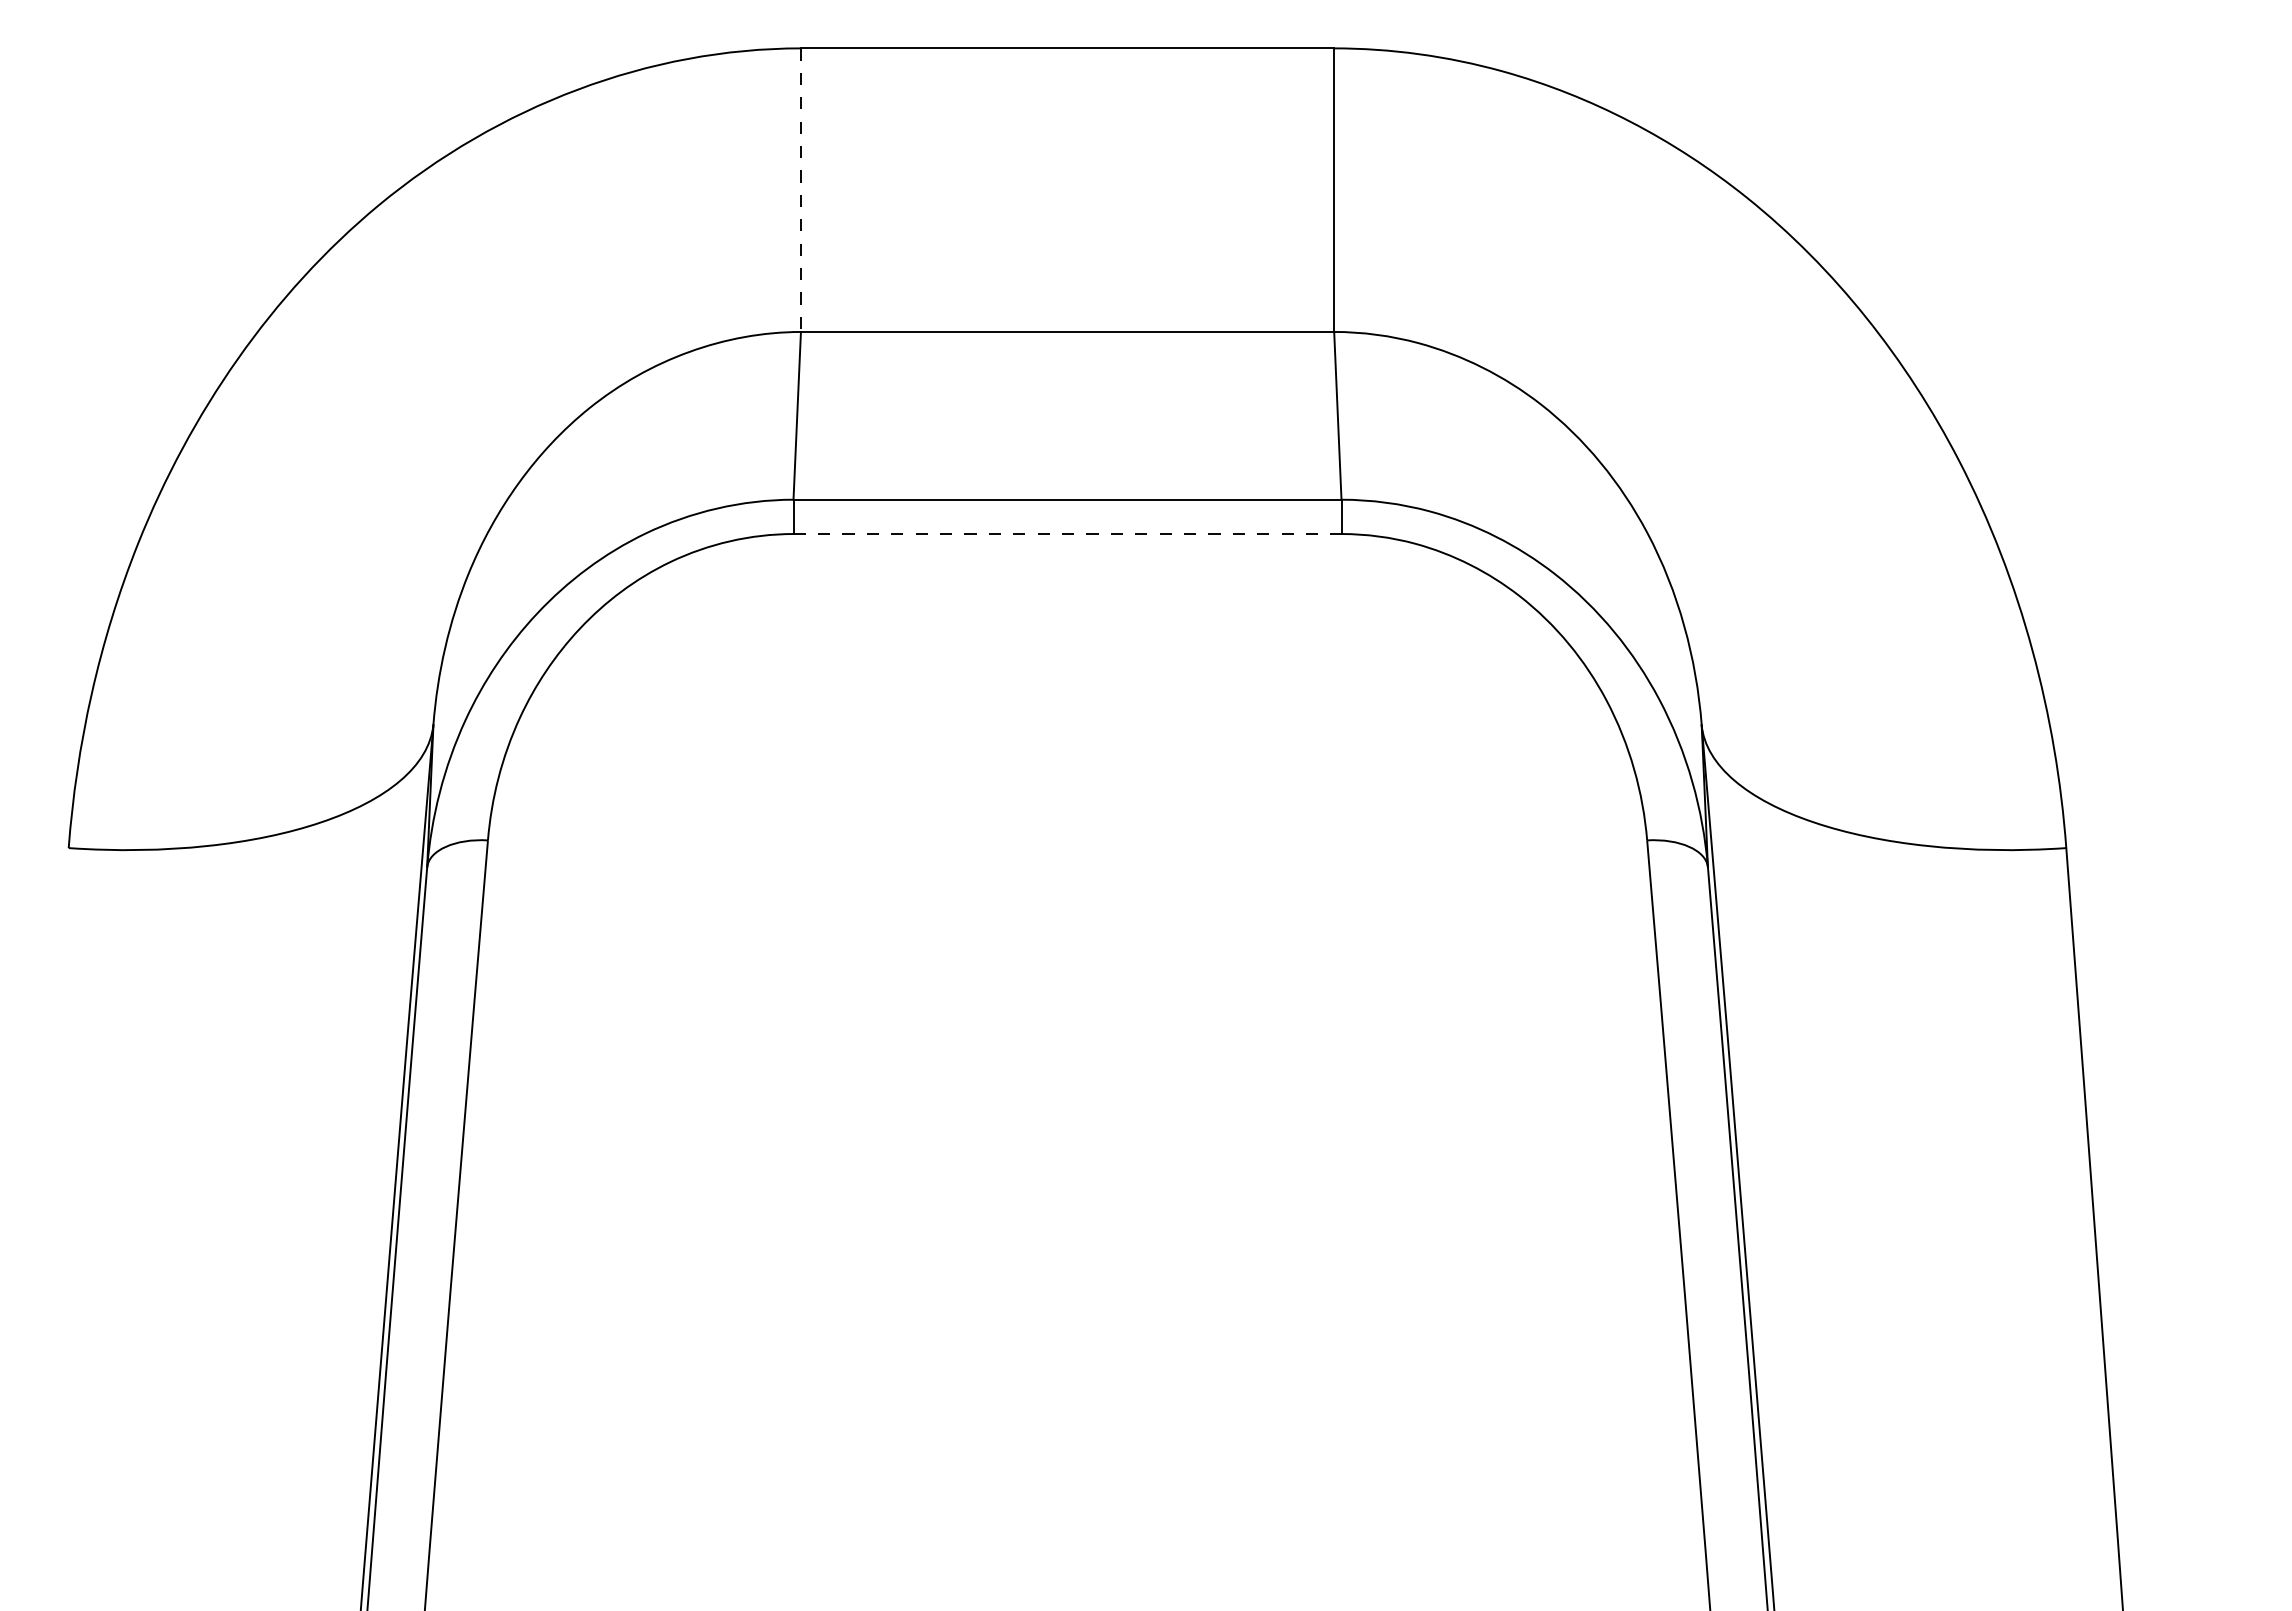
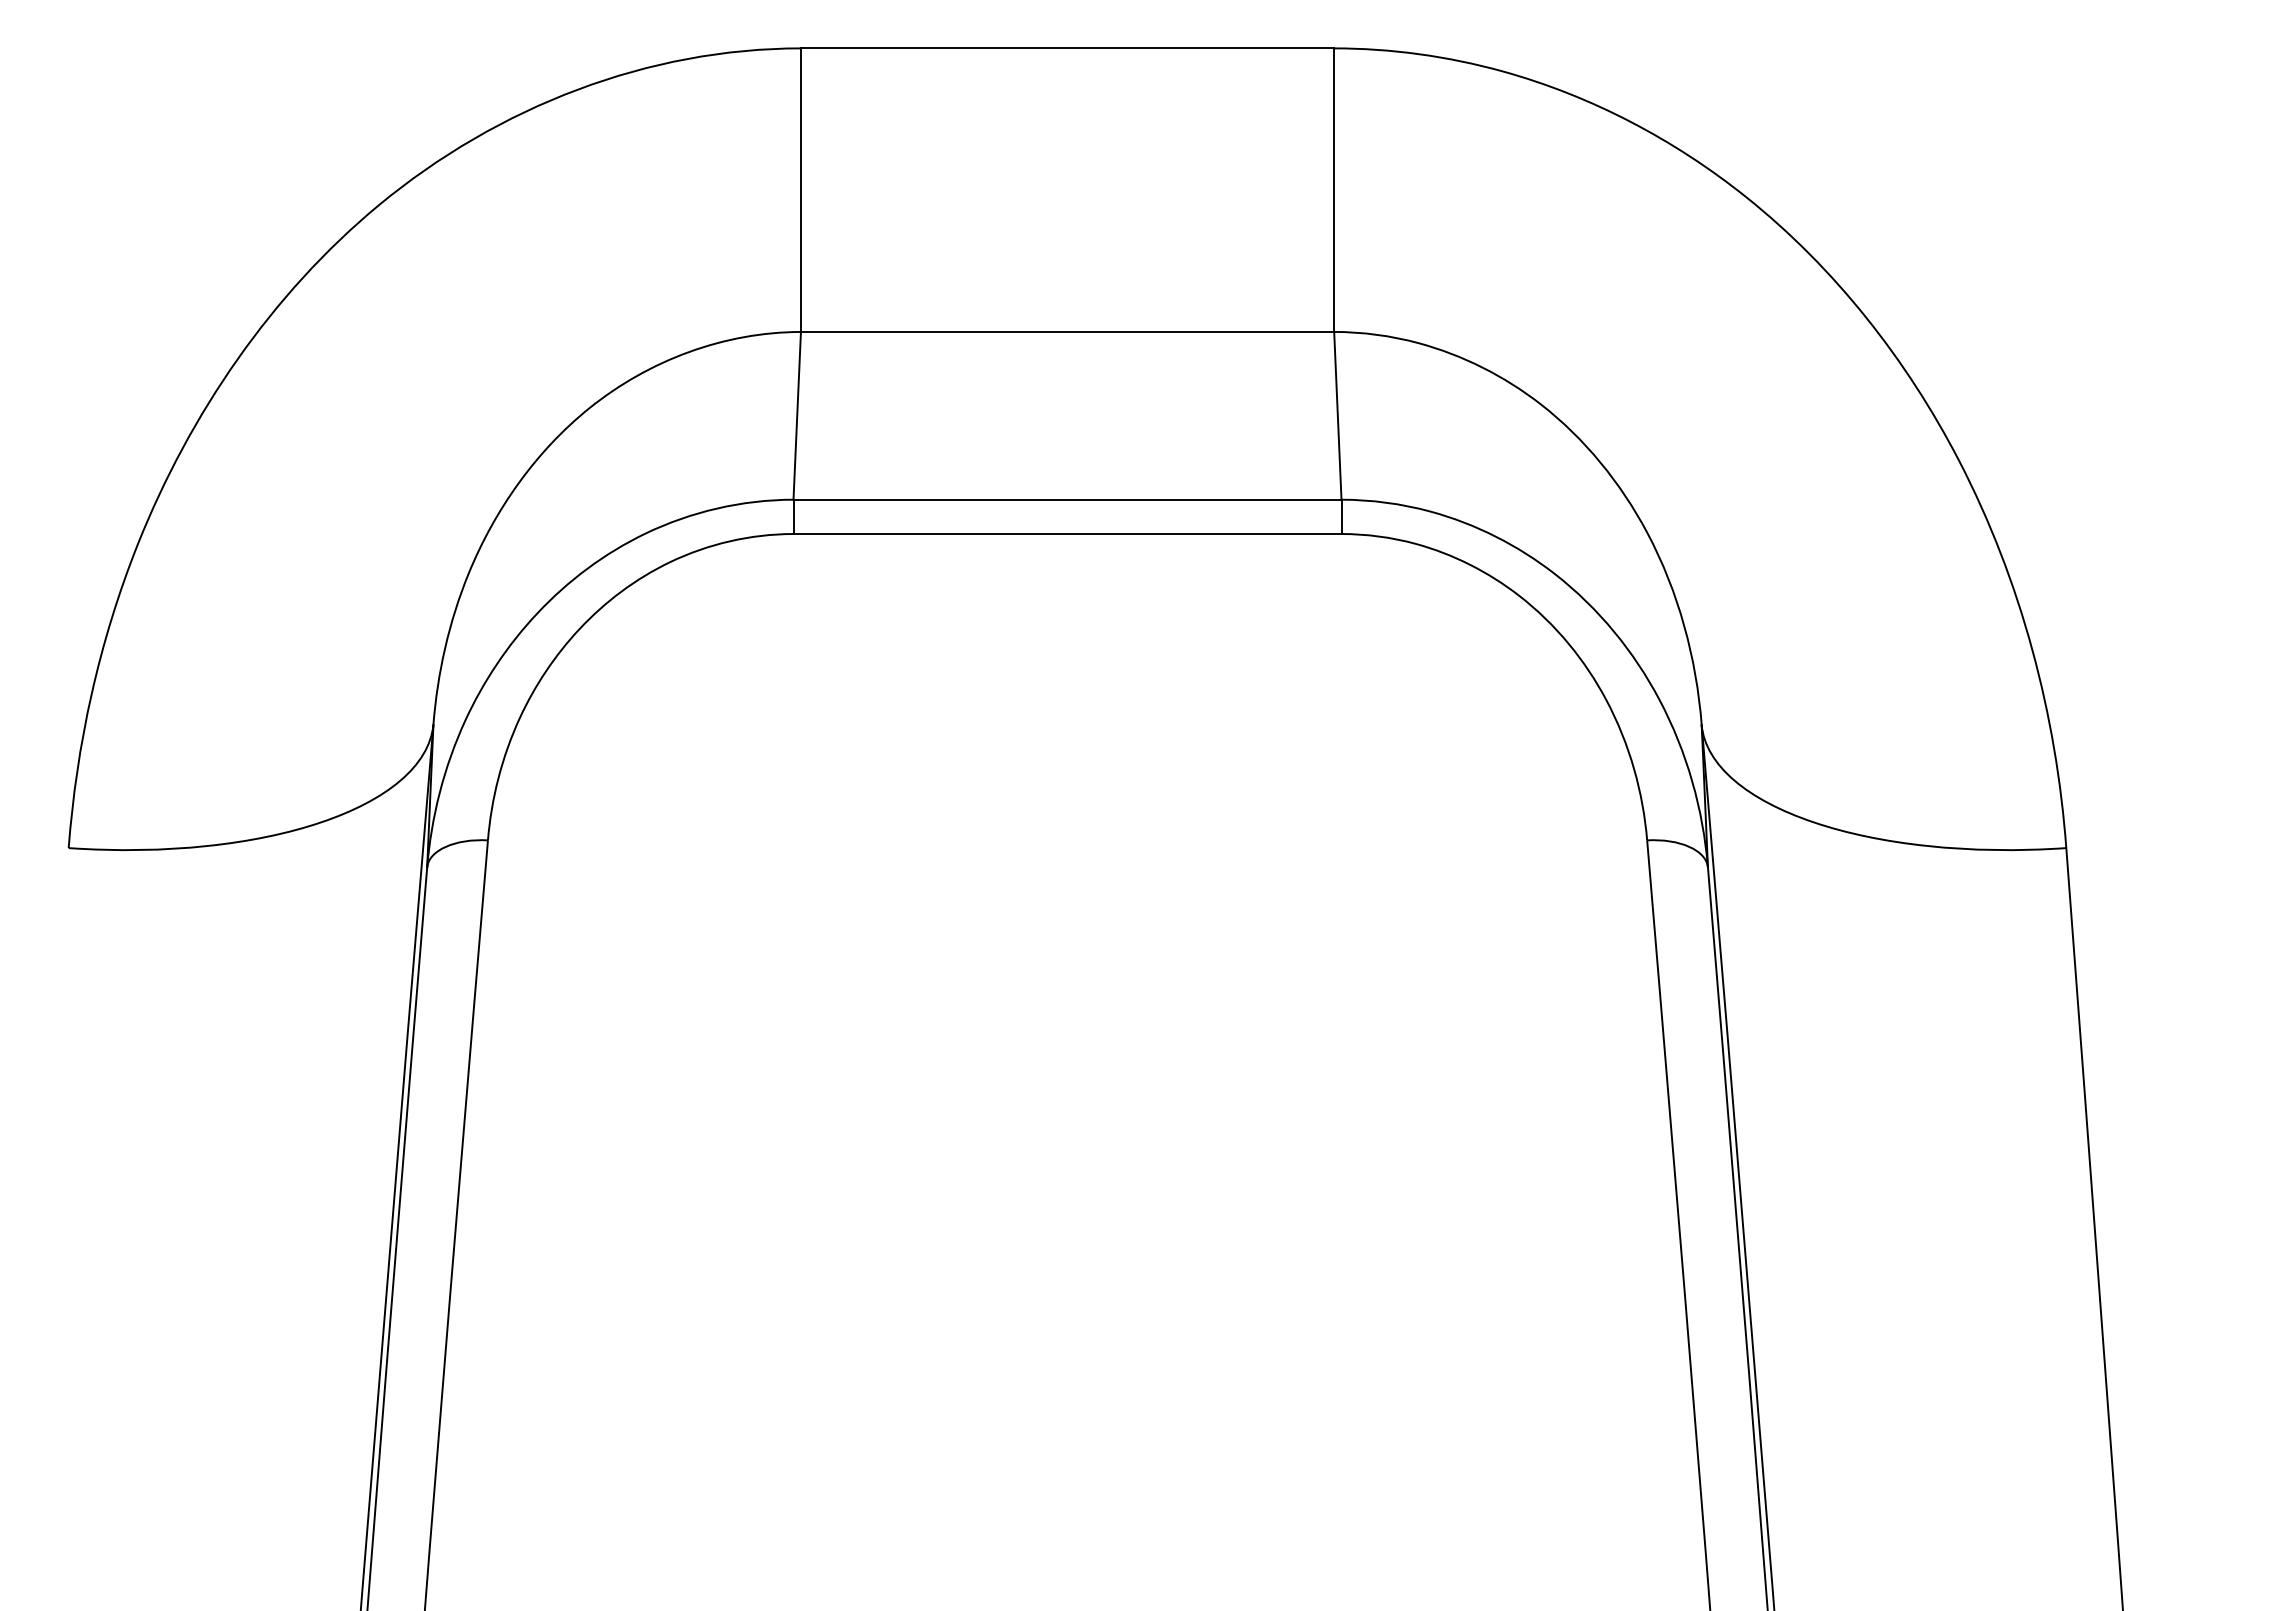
line at (800, 190): dashed -> solid
line at (1067, 534): dashed -> solid
